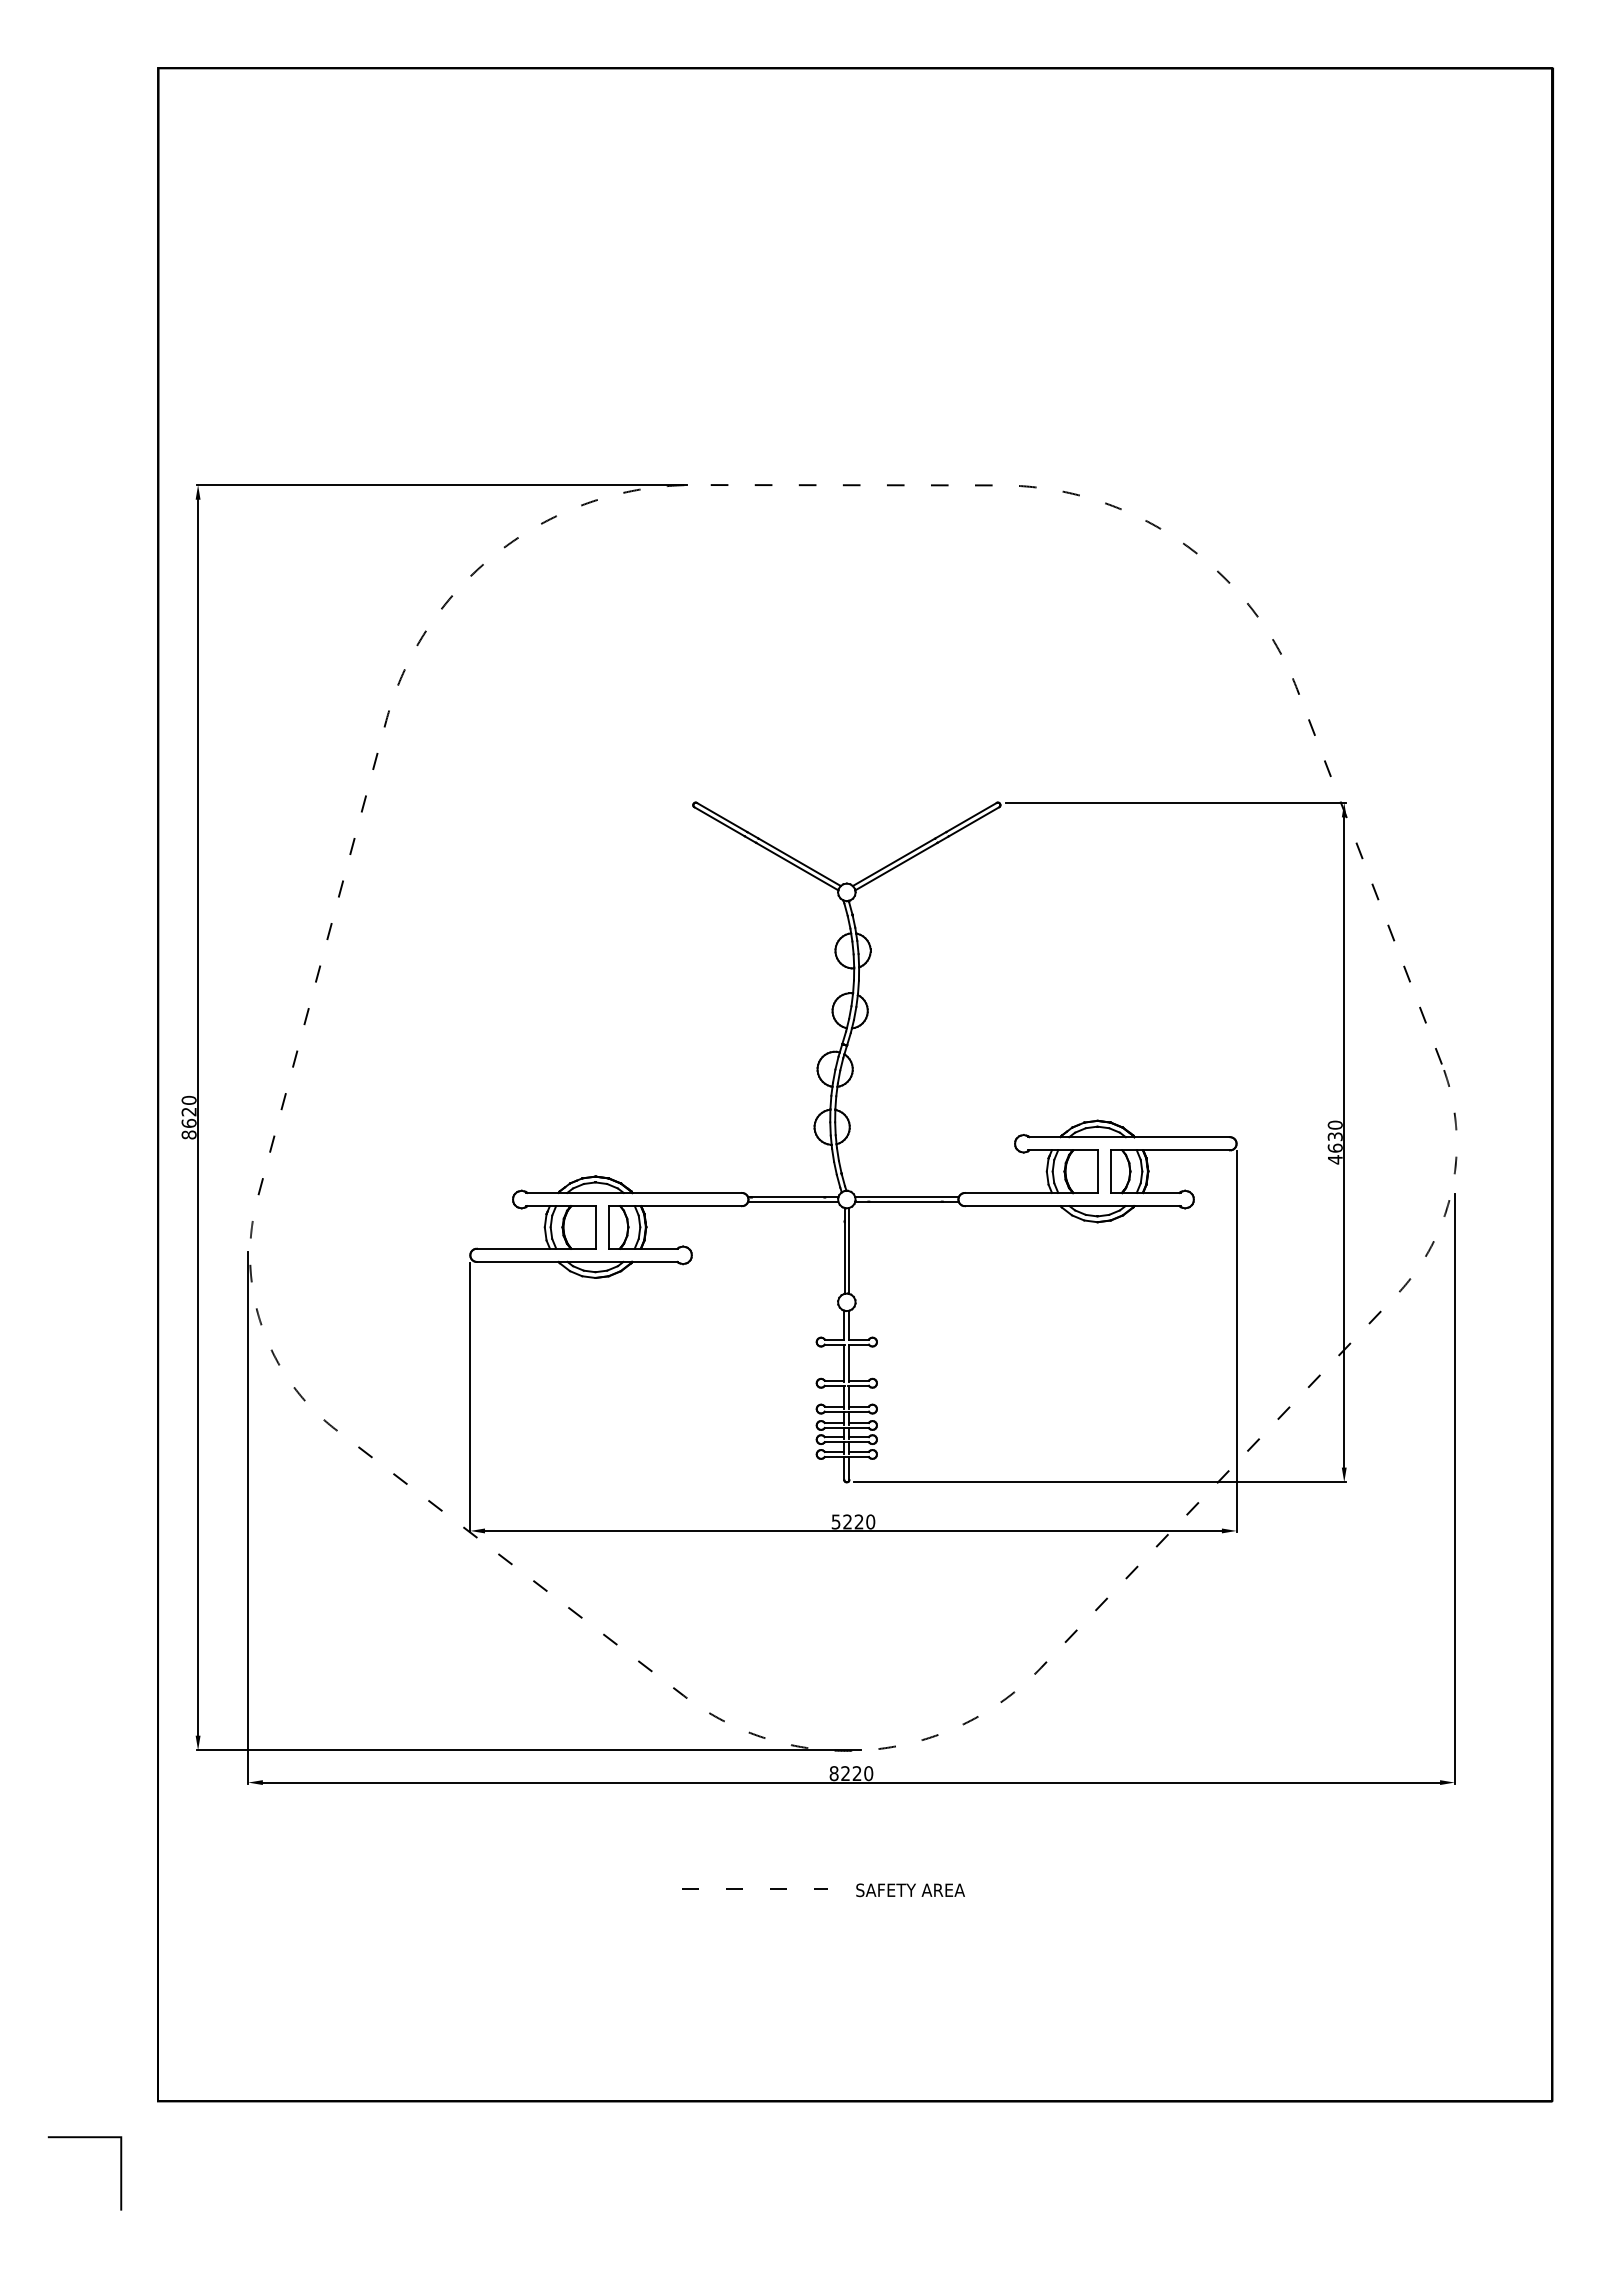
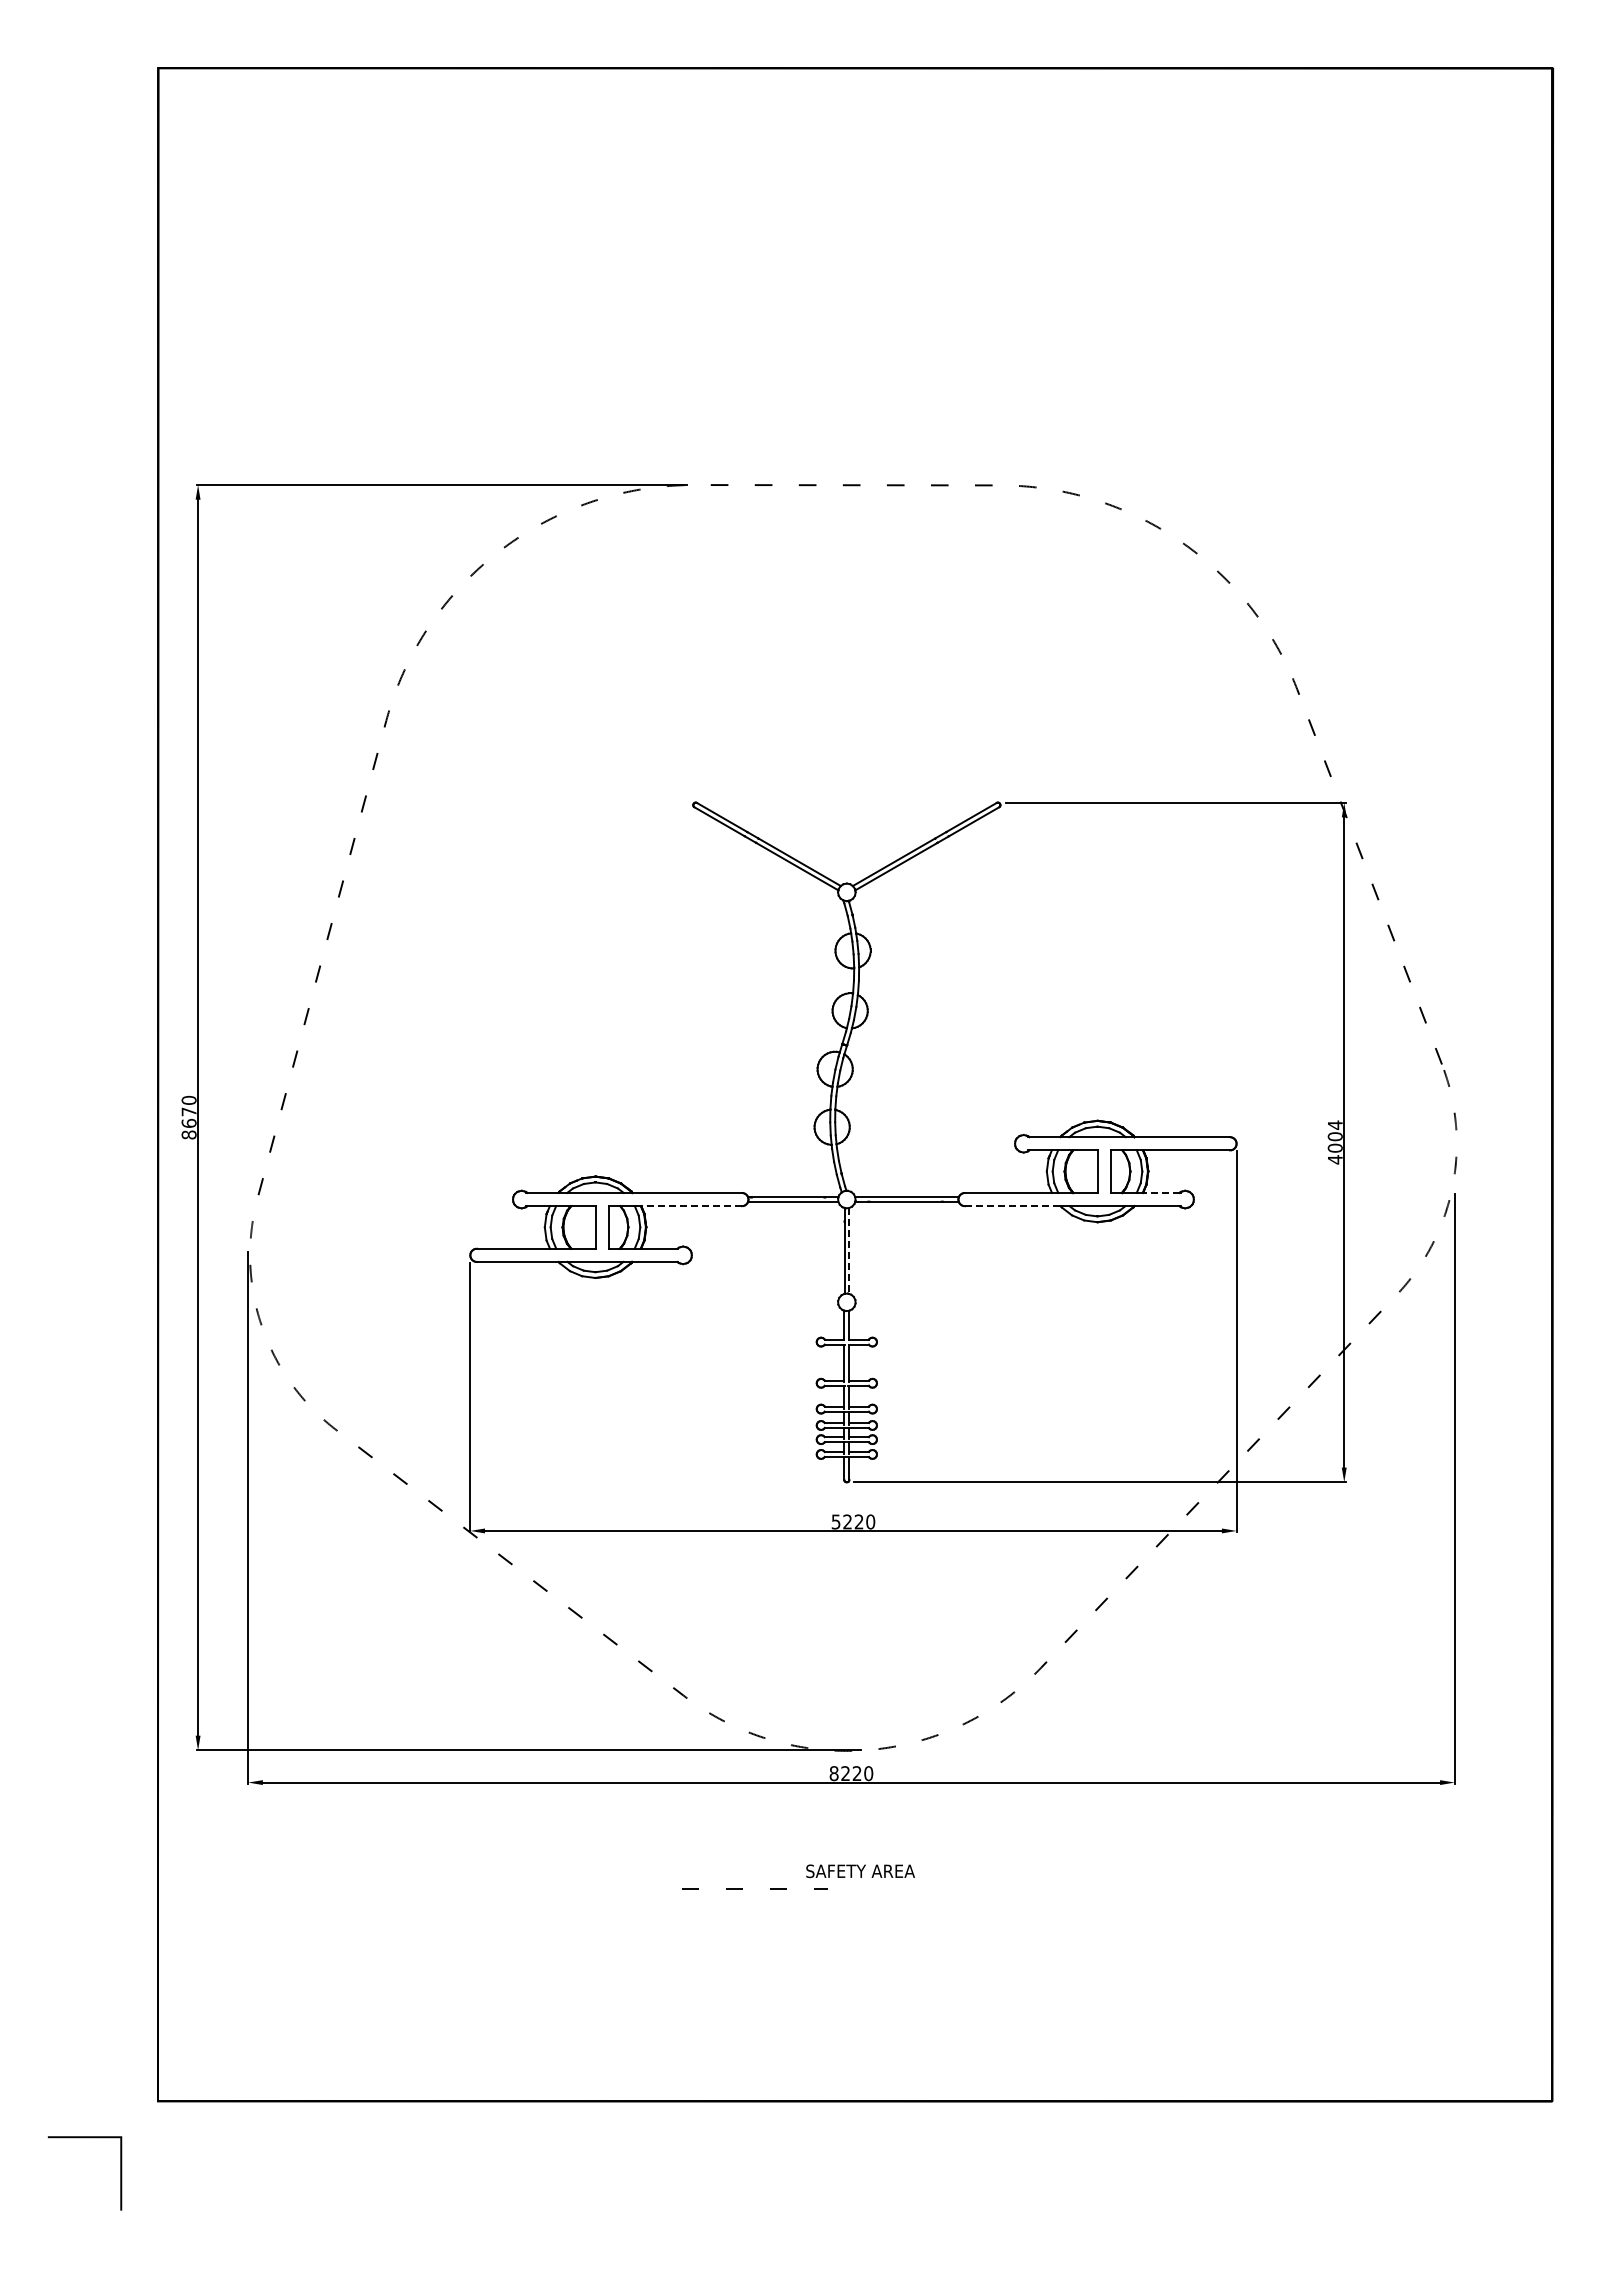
text at (188, 1111): 8620 -> 8670
text at (1334, 1136): 4630 -> 4004
line at (1160, 1192): solid -> dashed
line at (691, 1206): solid -> dashed
line at (1012, 1206): solid -> dashed
line at (849, 1251): solid -> dashed
text at (910, 1890) position: (910, 1890) -> (860, 1871)
